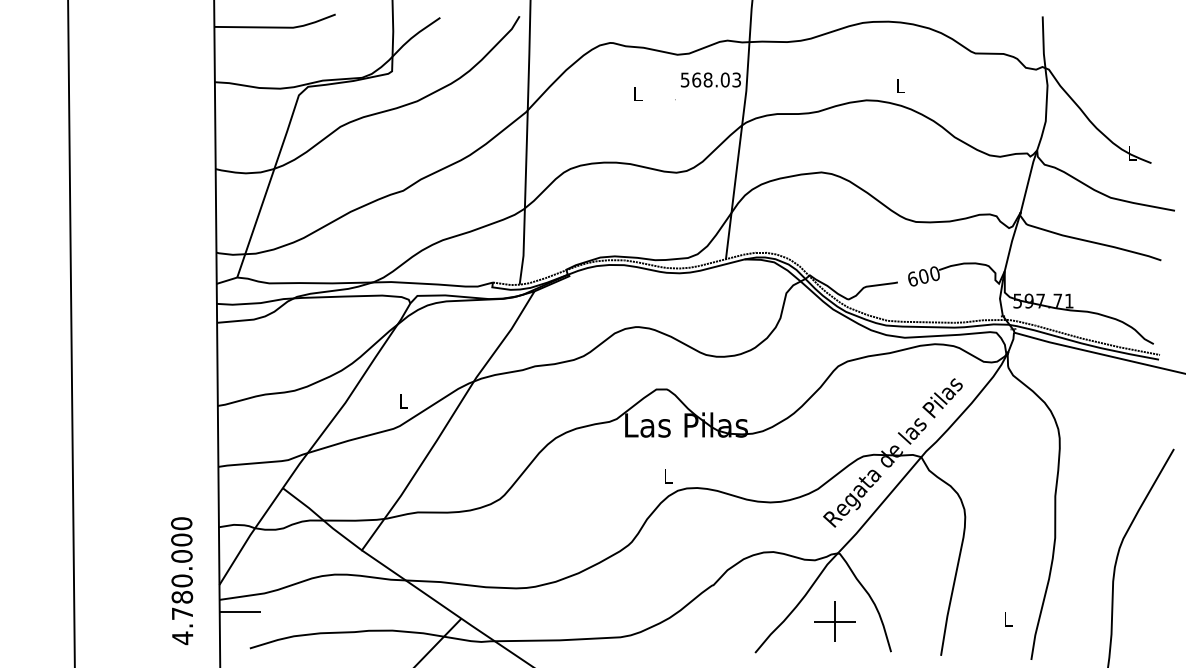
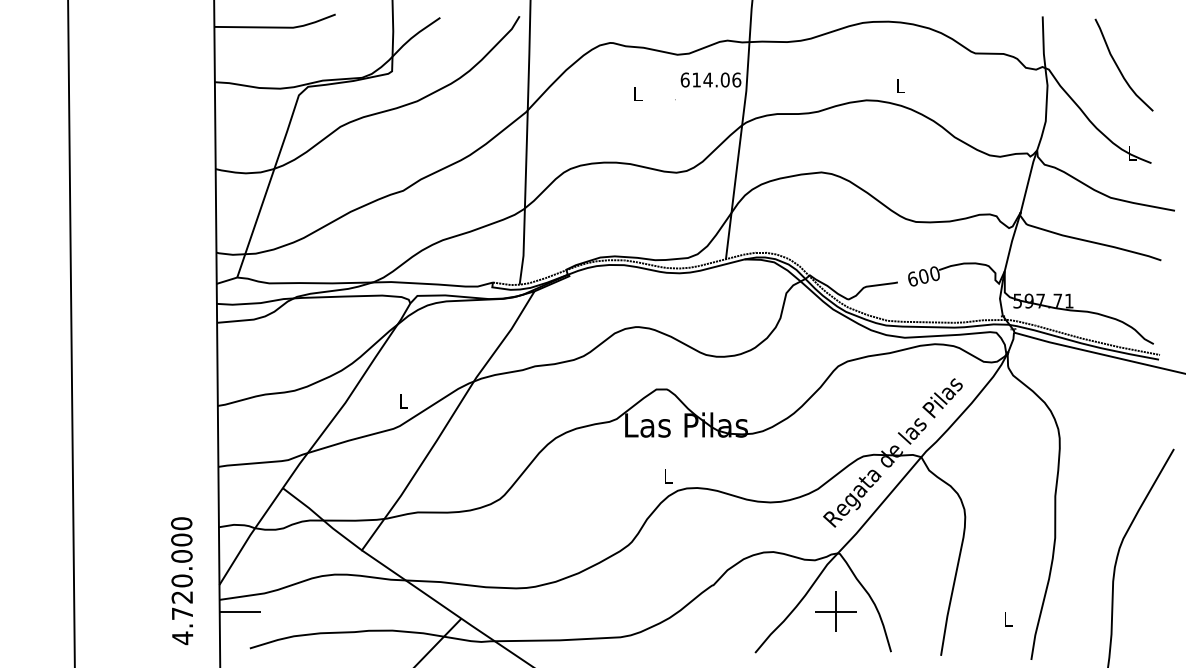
curve at (1118, 66): none -> present
text at (710, 79): 568.03 -> 614.06
text at (182, 596): 4.780.000 -> 4.720.000
part at (834, 621) position: (834, 621) -> (835, 611)
